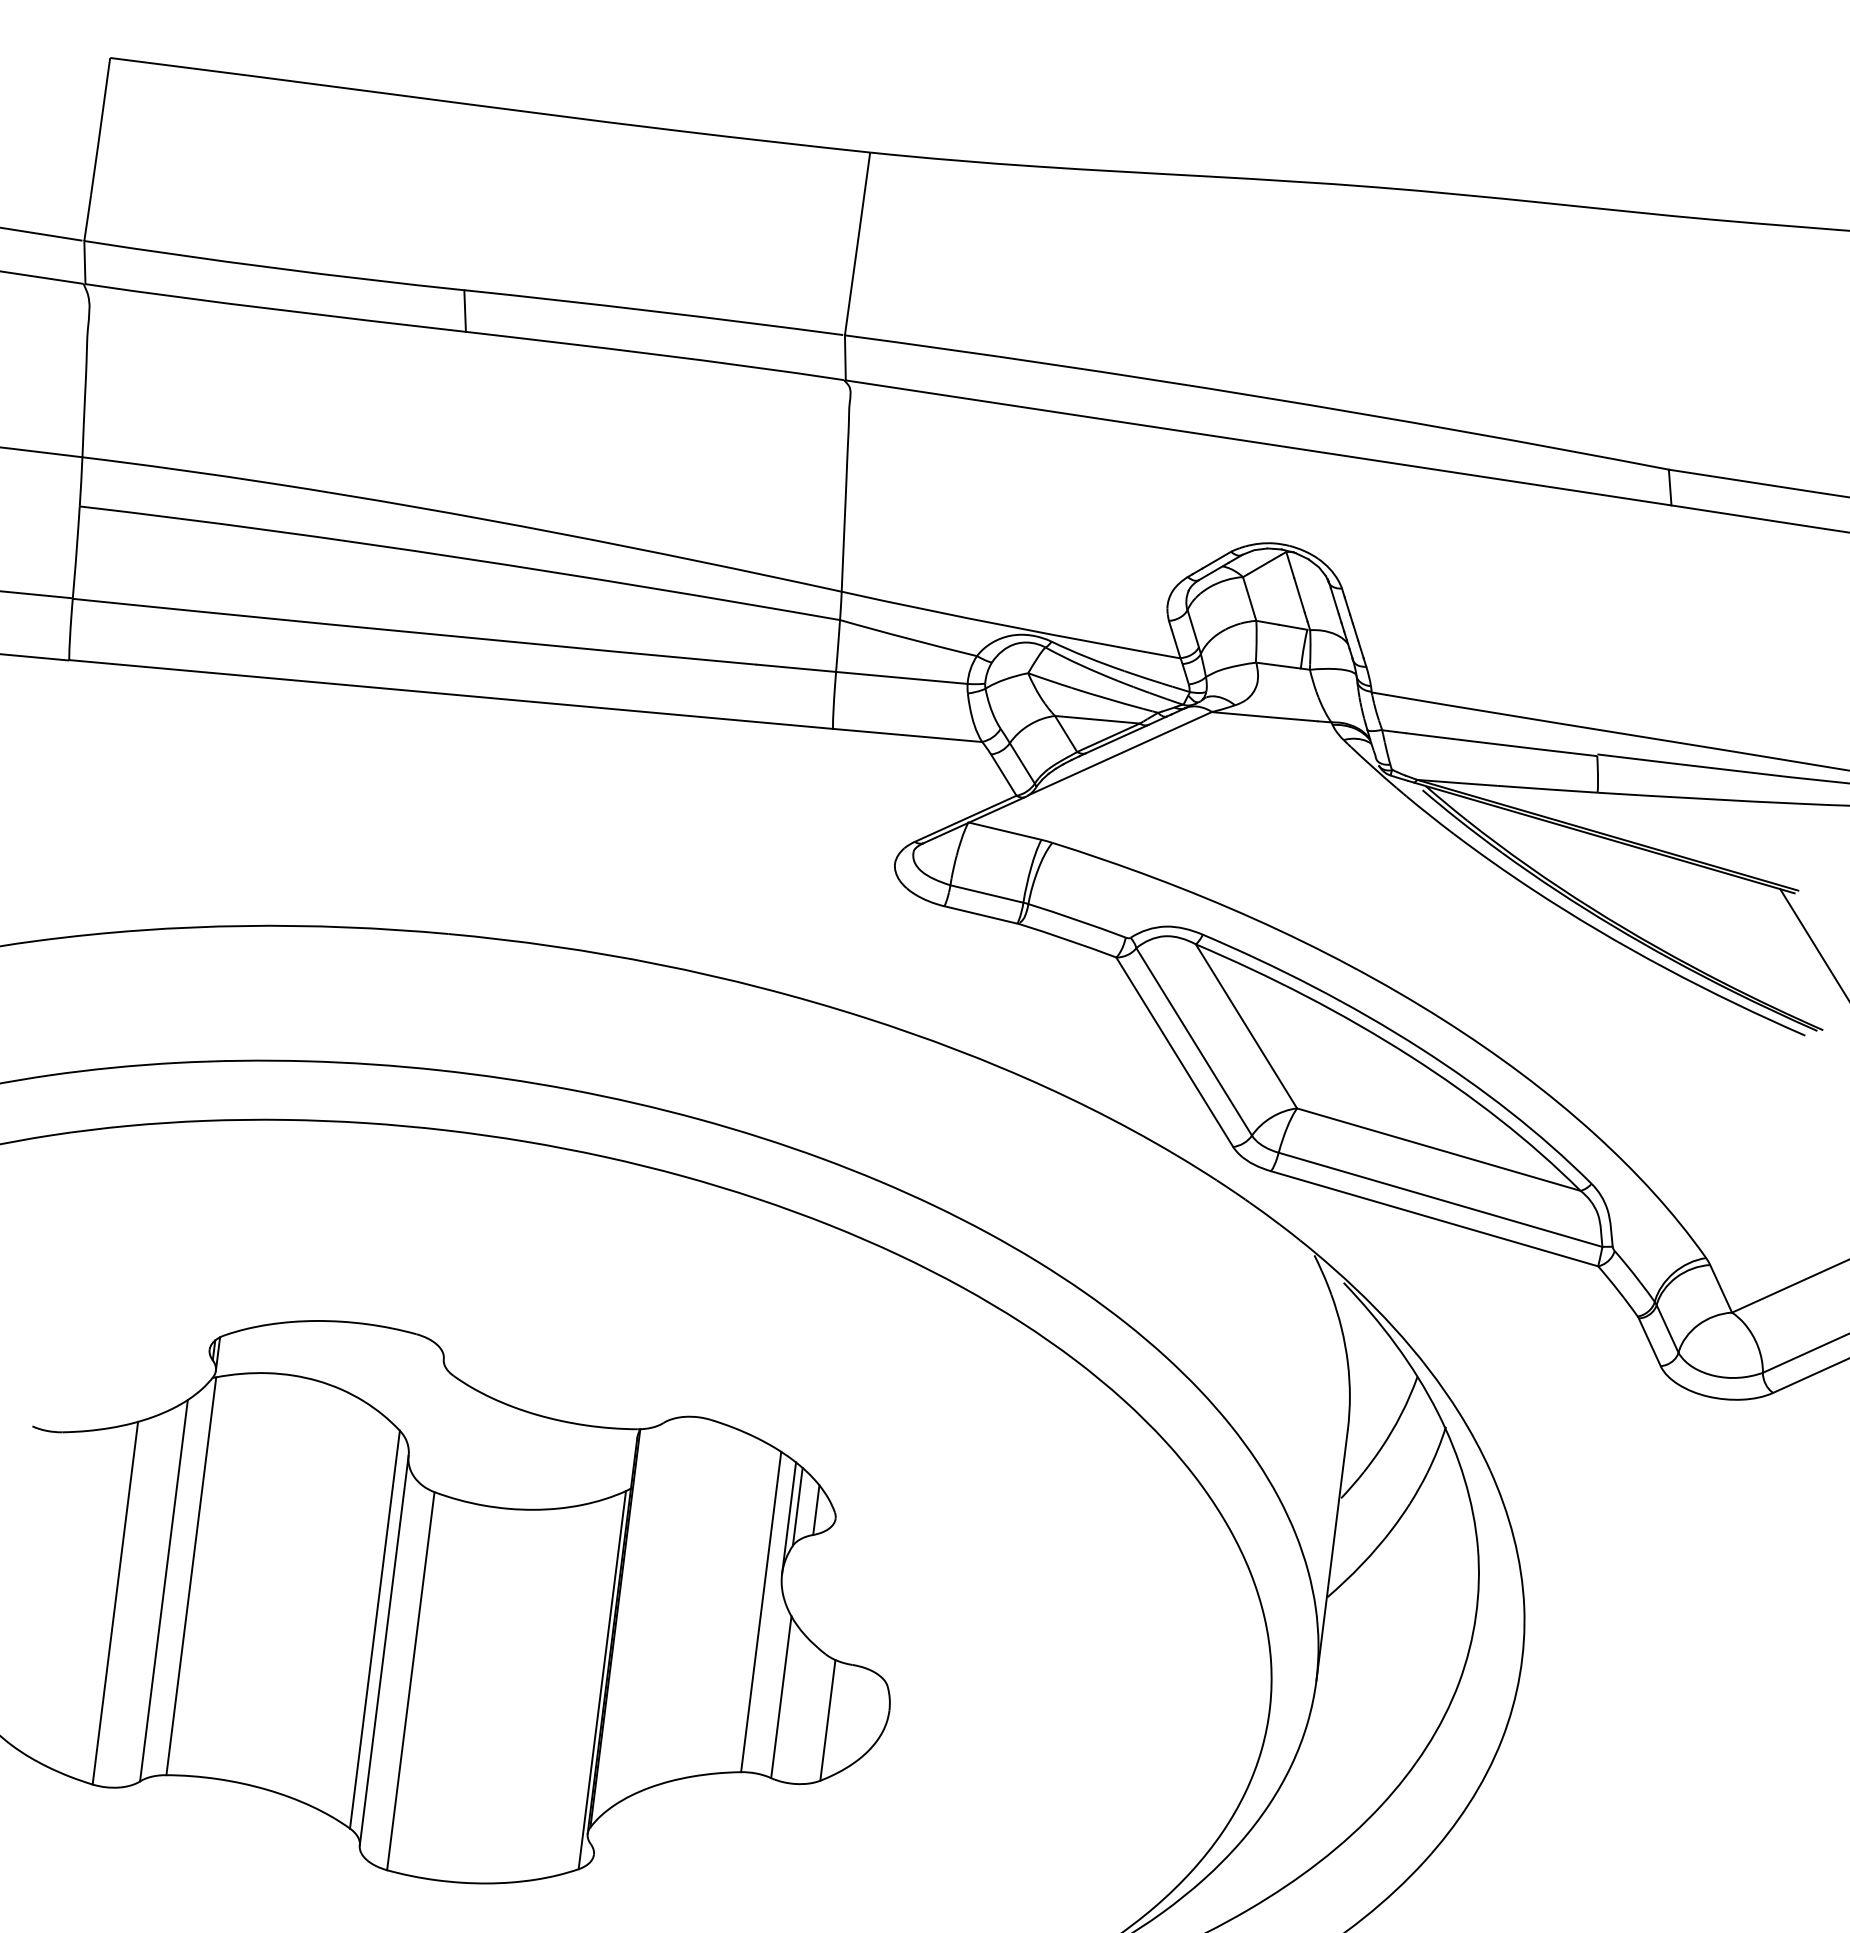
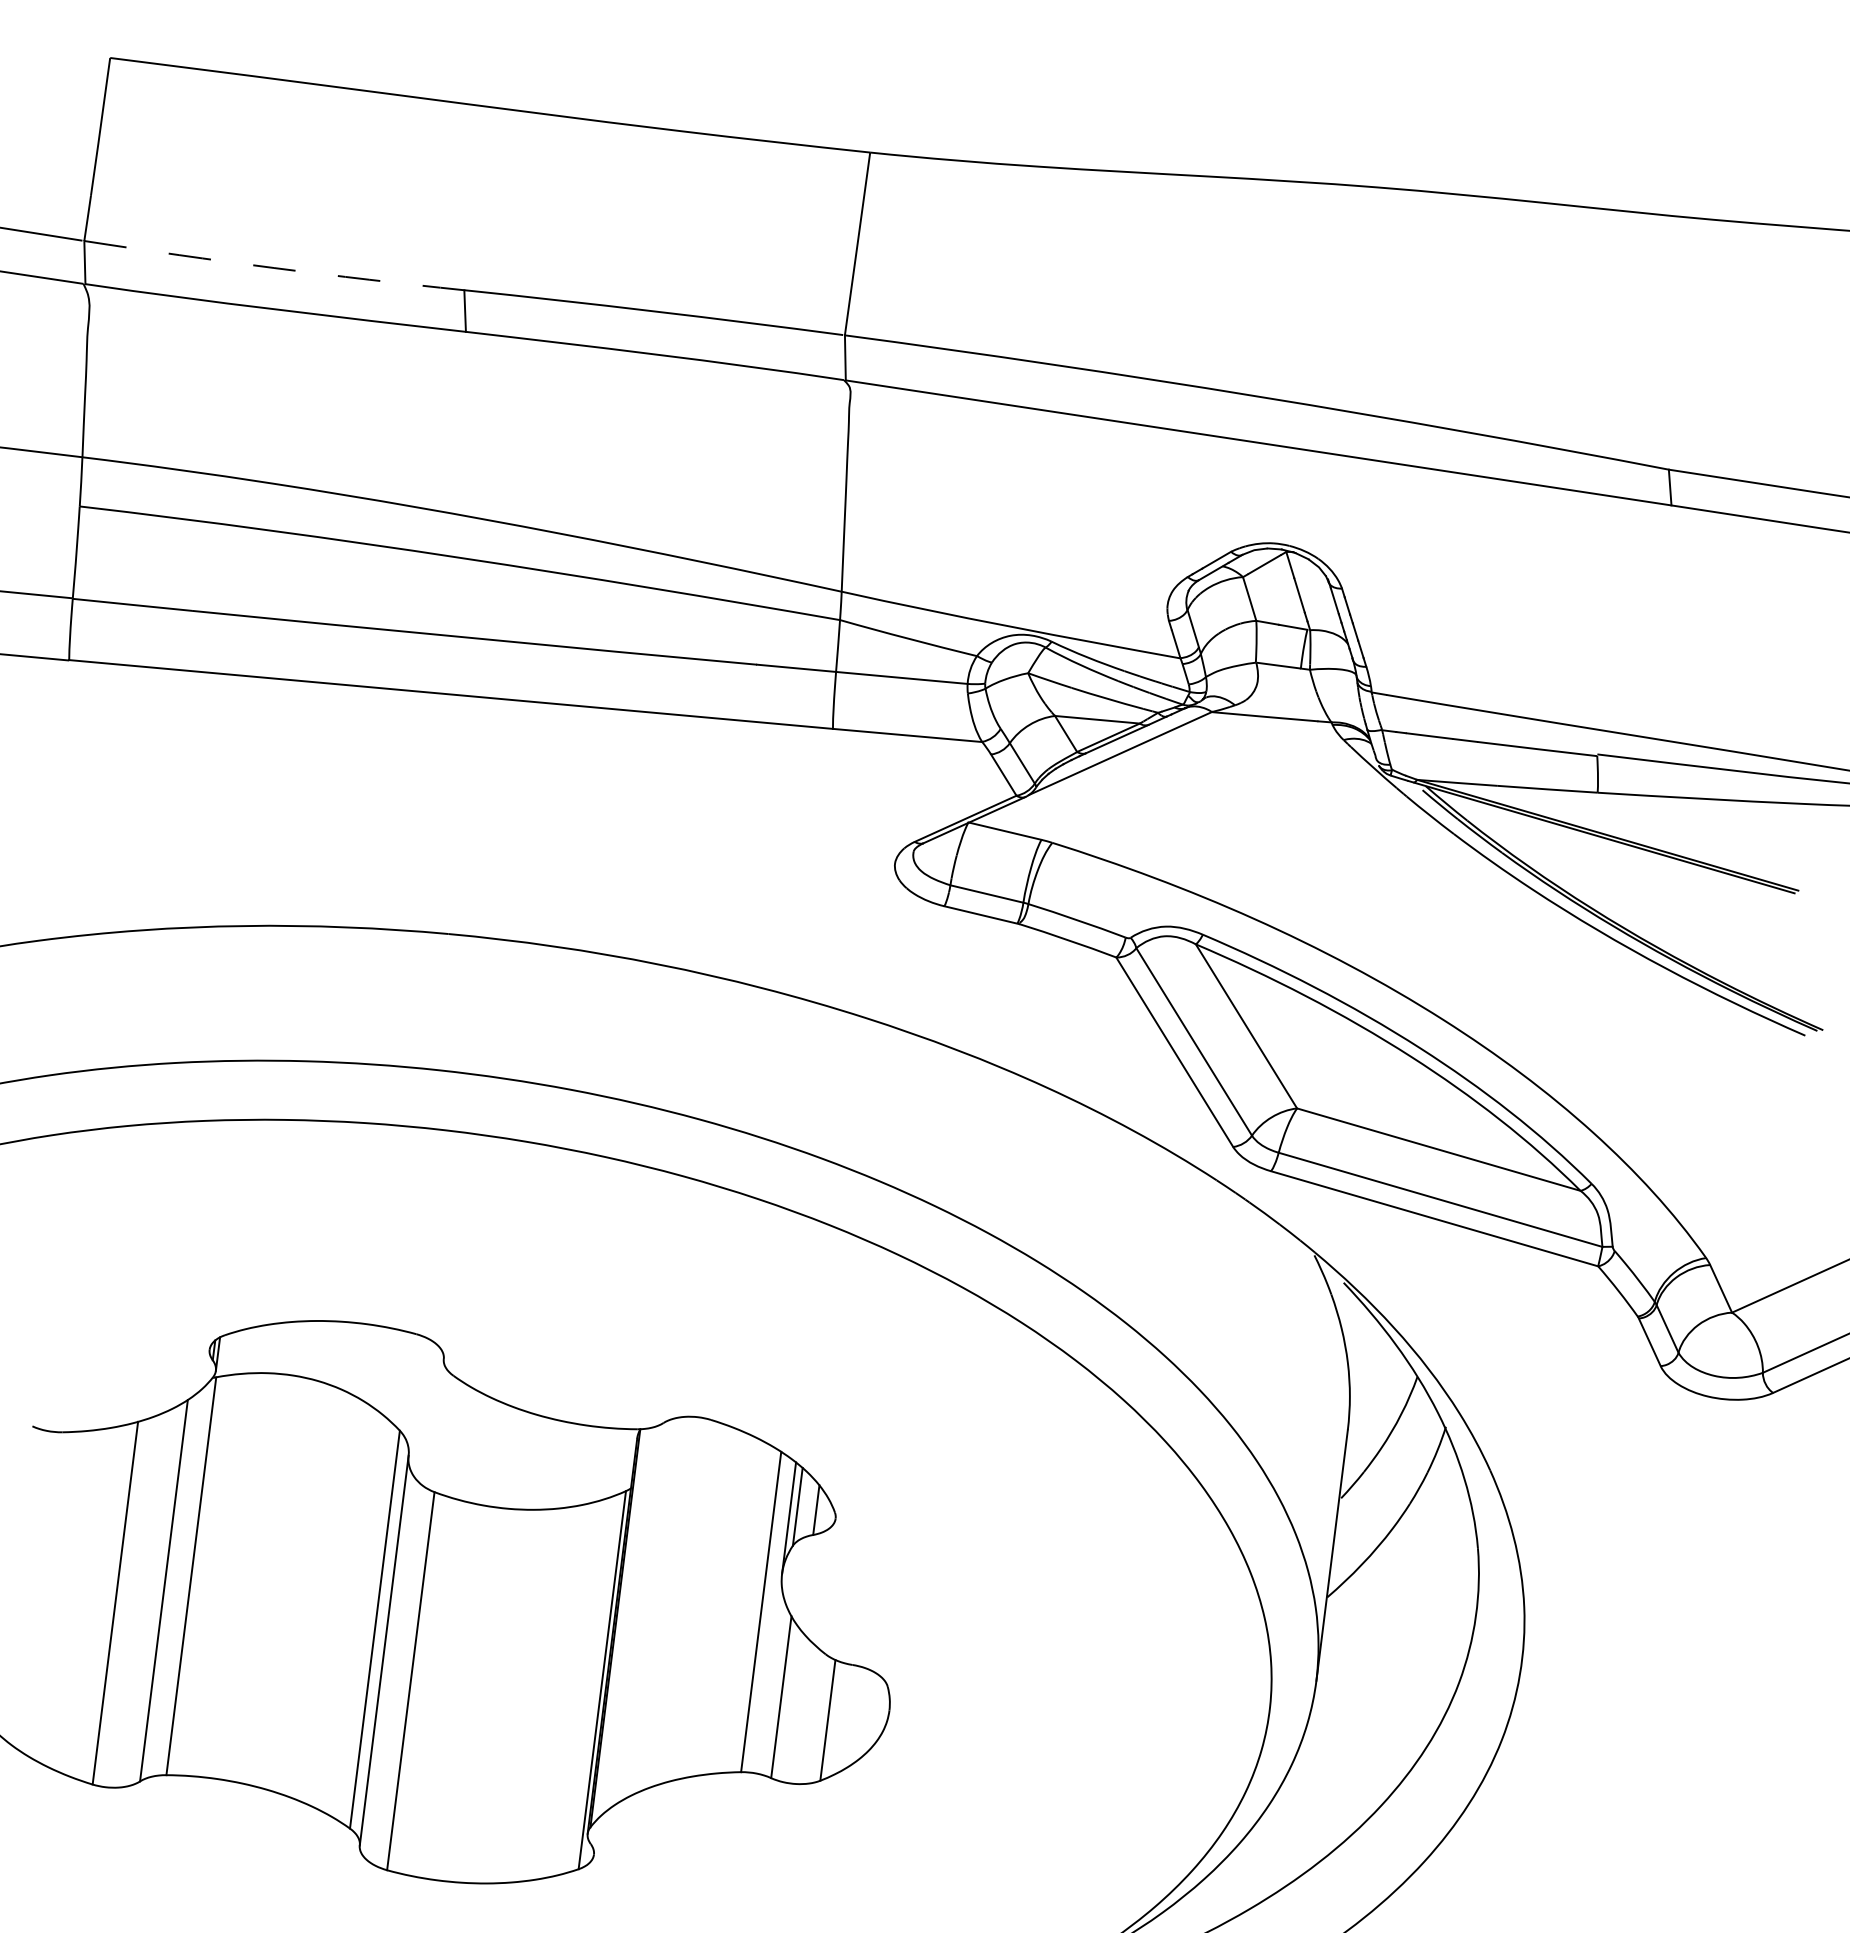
arc at (274, 268): solid -> dashed
line at (1813, 943): present -> none
